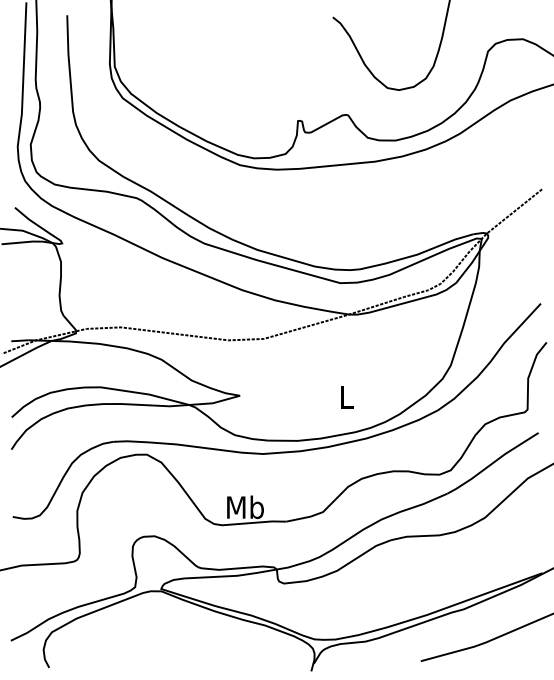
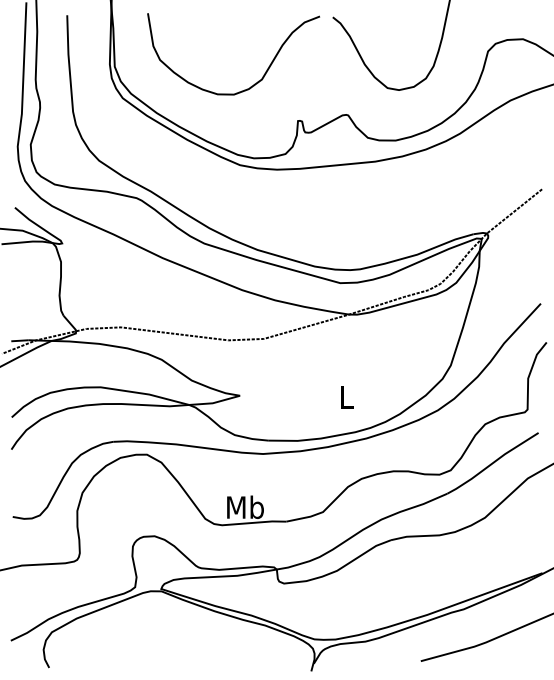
curve at (254, 83): none -> present
